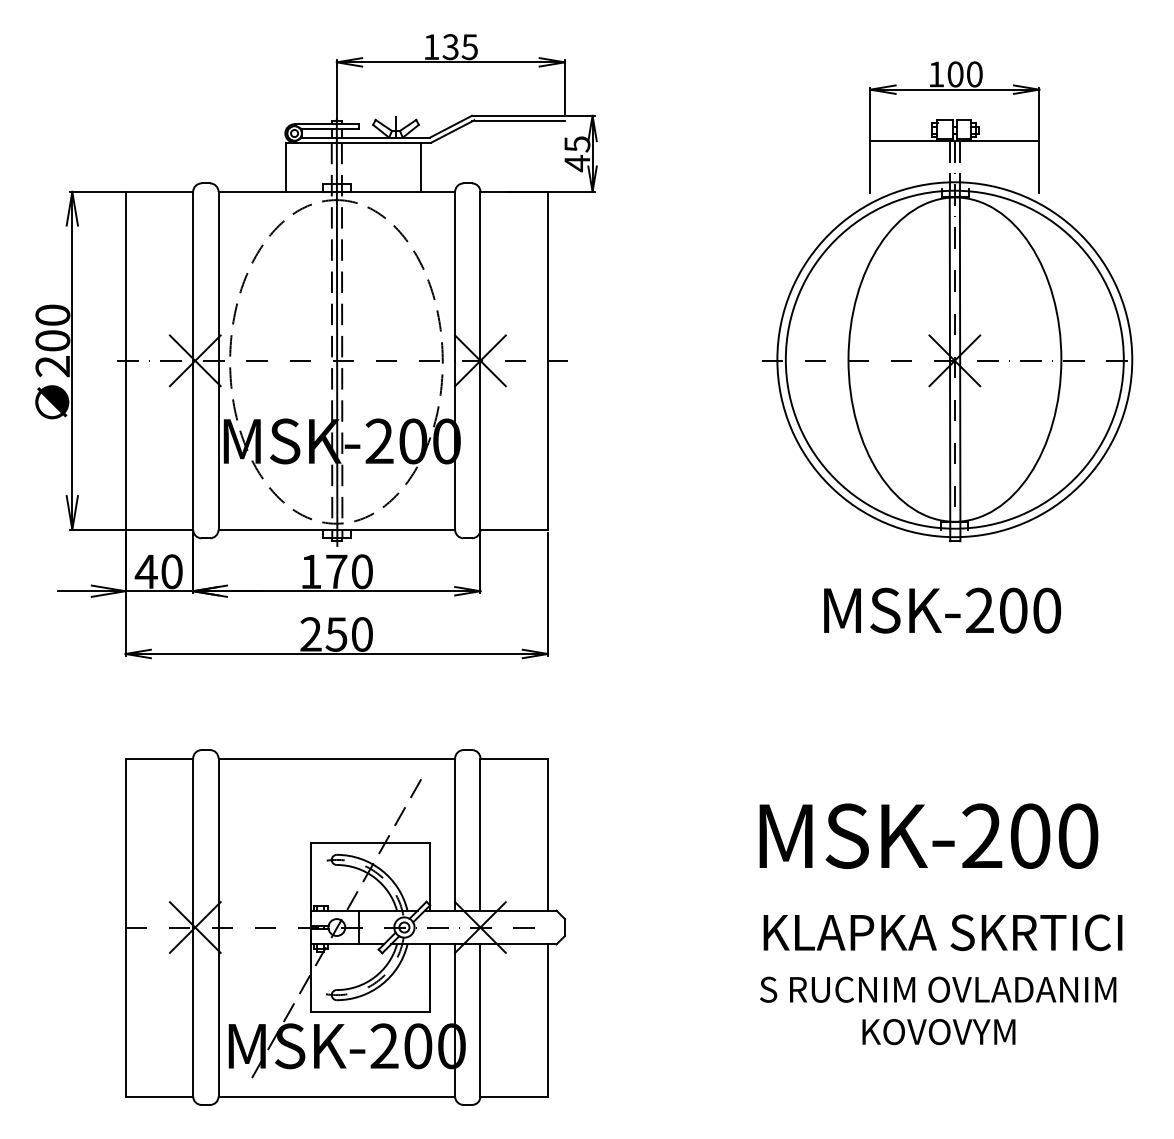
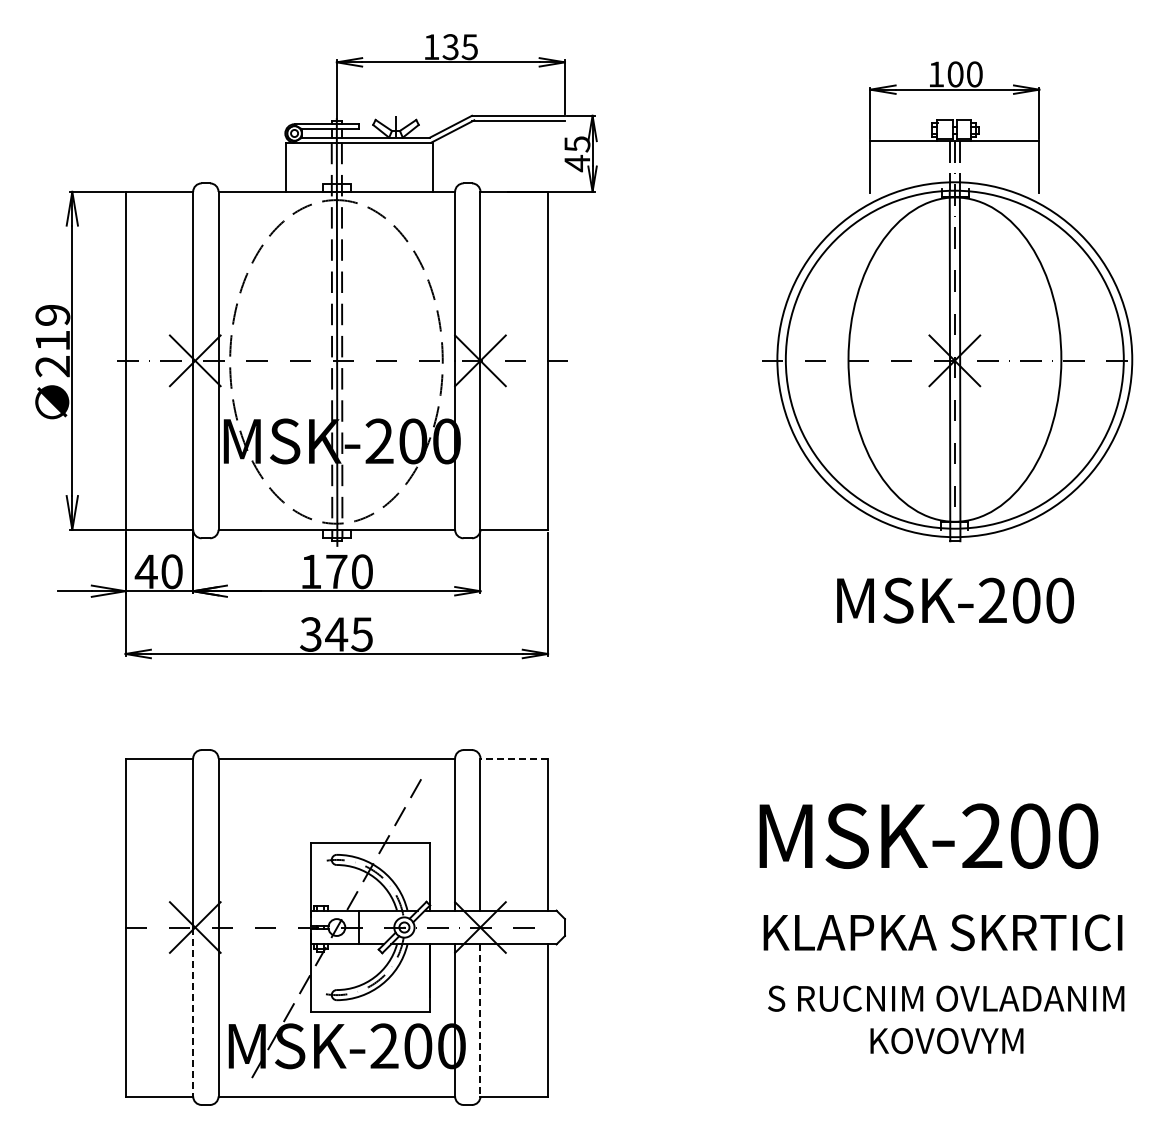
line at (421, 167) position: (421, 167) -> (433, 167)
text at (52, 327): 200 -> 219
text at (942, 610) position: (942, 610) -> (955, 600)
text at (336, 634): 250 -> 345
line at (514, 758): solid -> dashed
text at (938, 1010) position: (938, 1010) -> (946, 1019)
line at (193, 1012): solid -> dashed
line at (480, 1020): solid -> dashed
